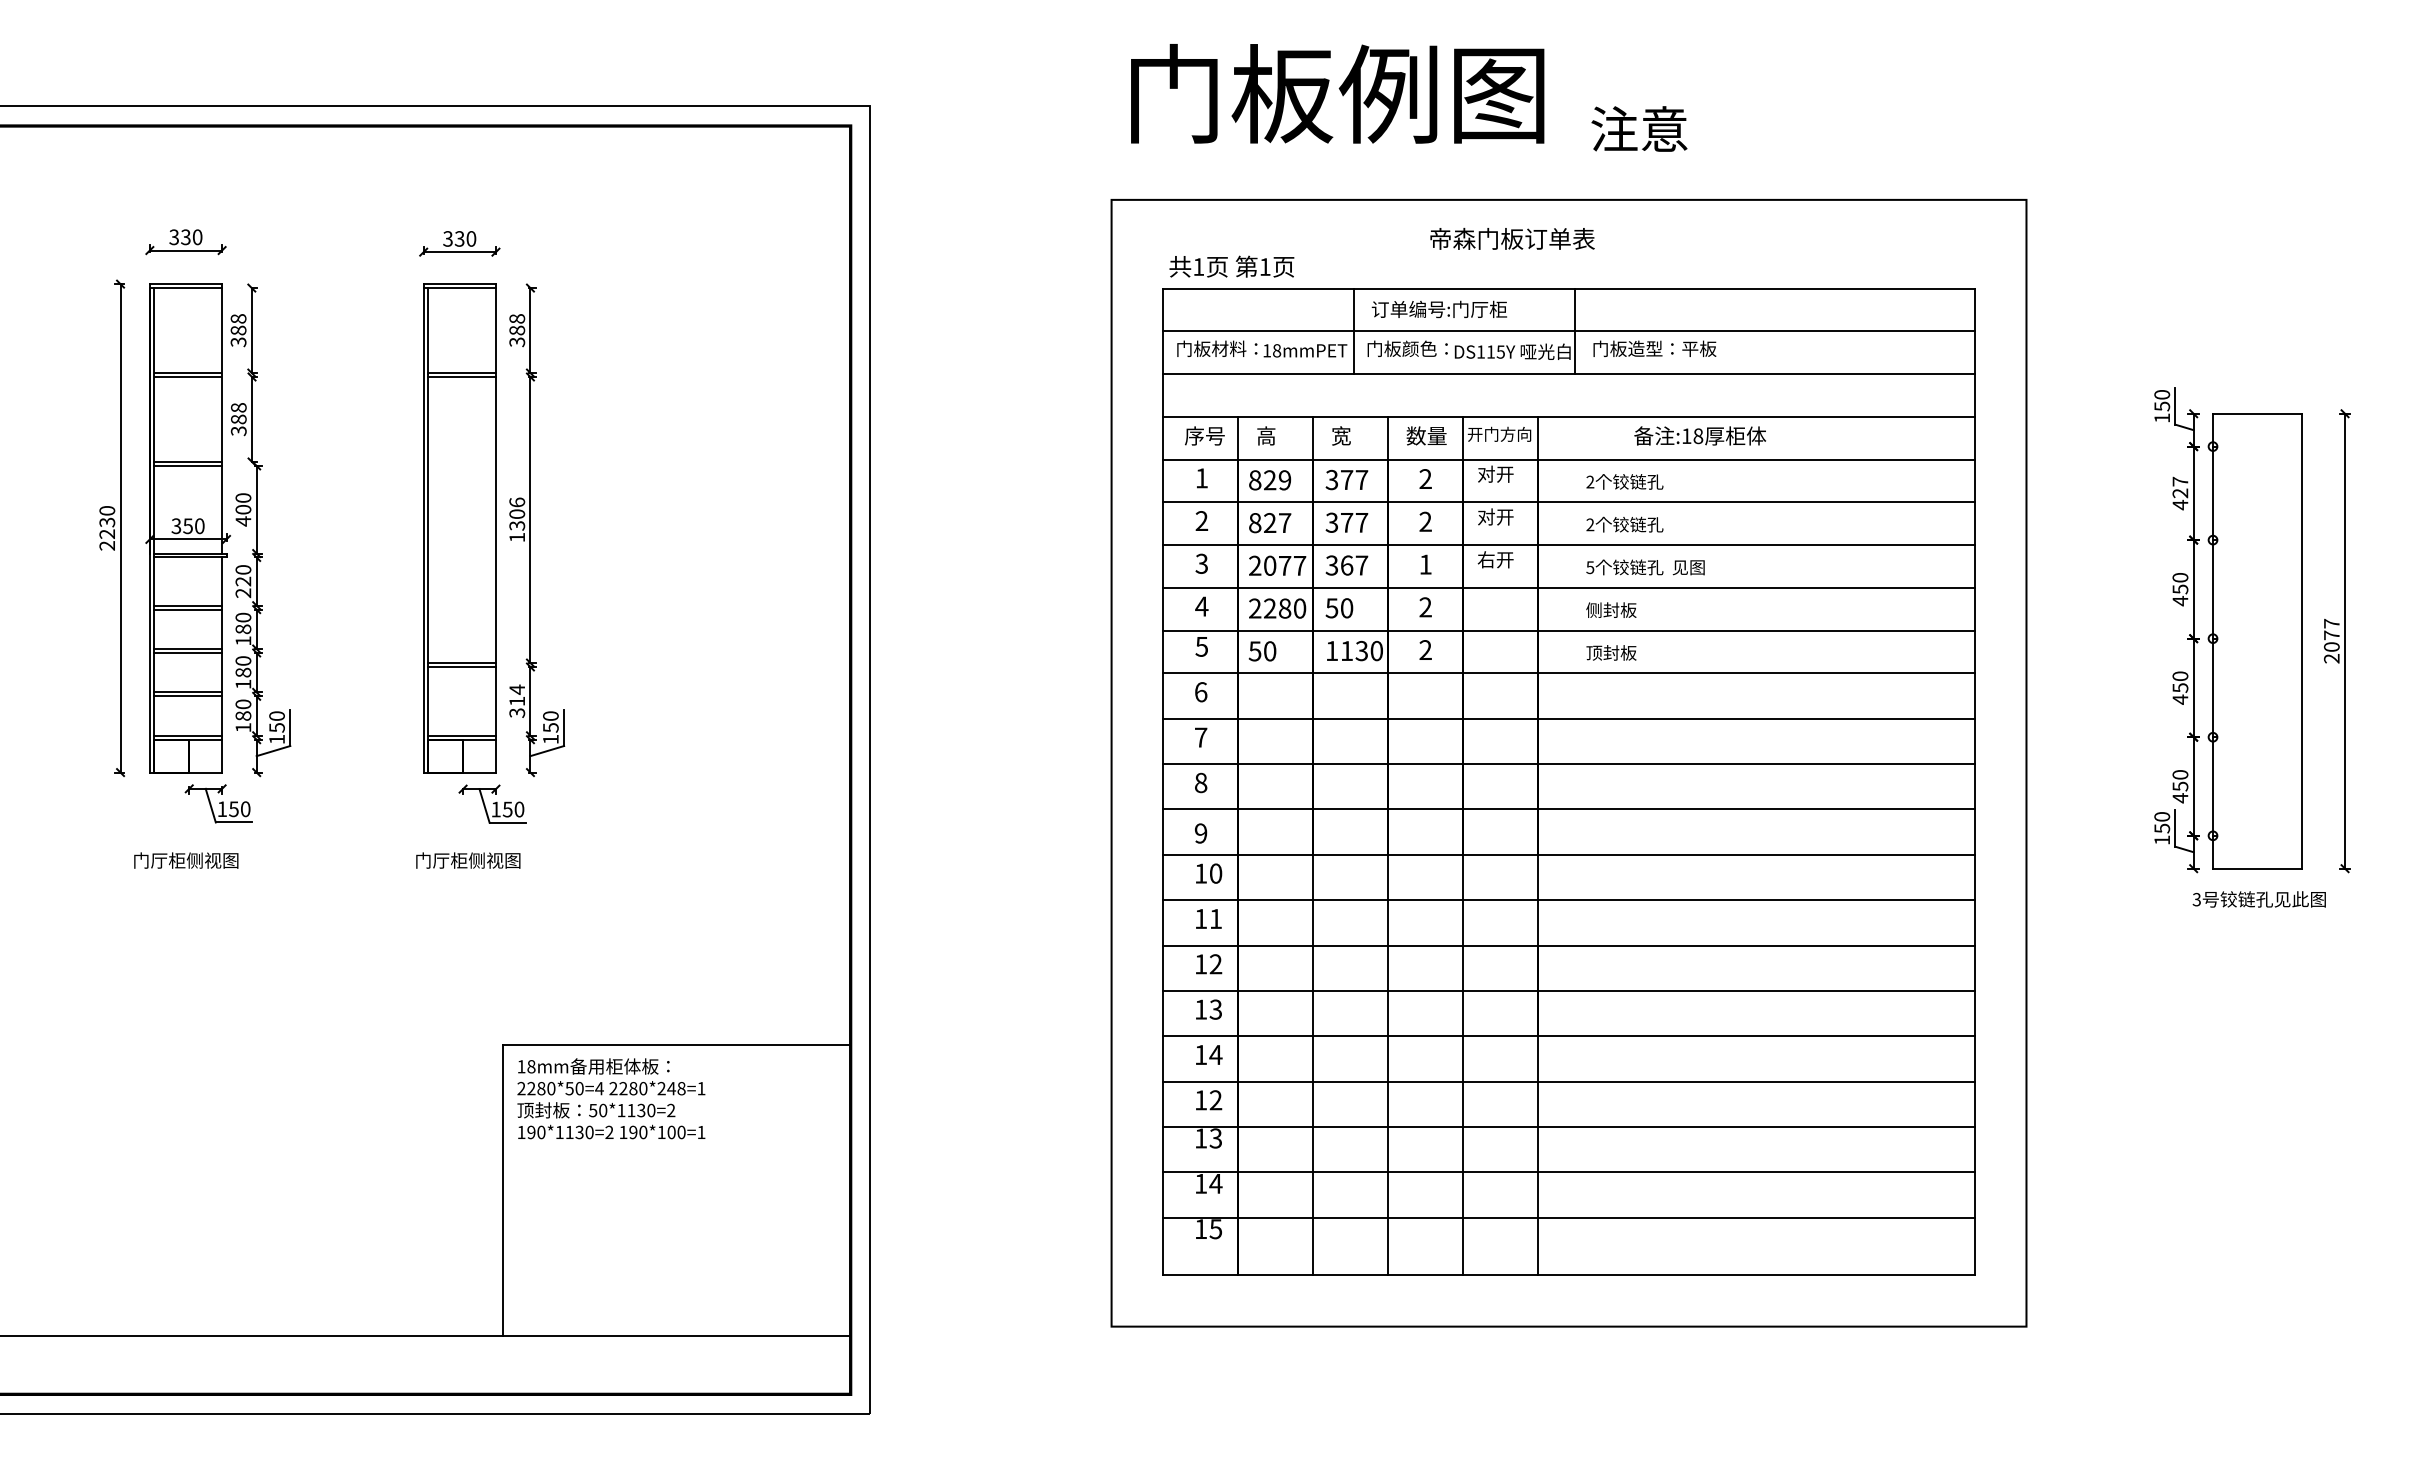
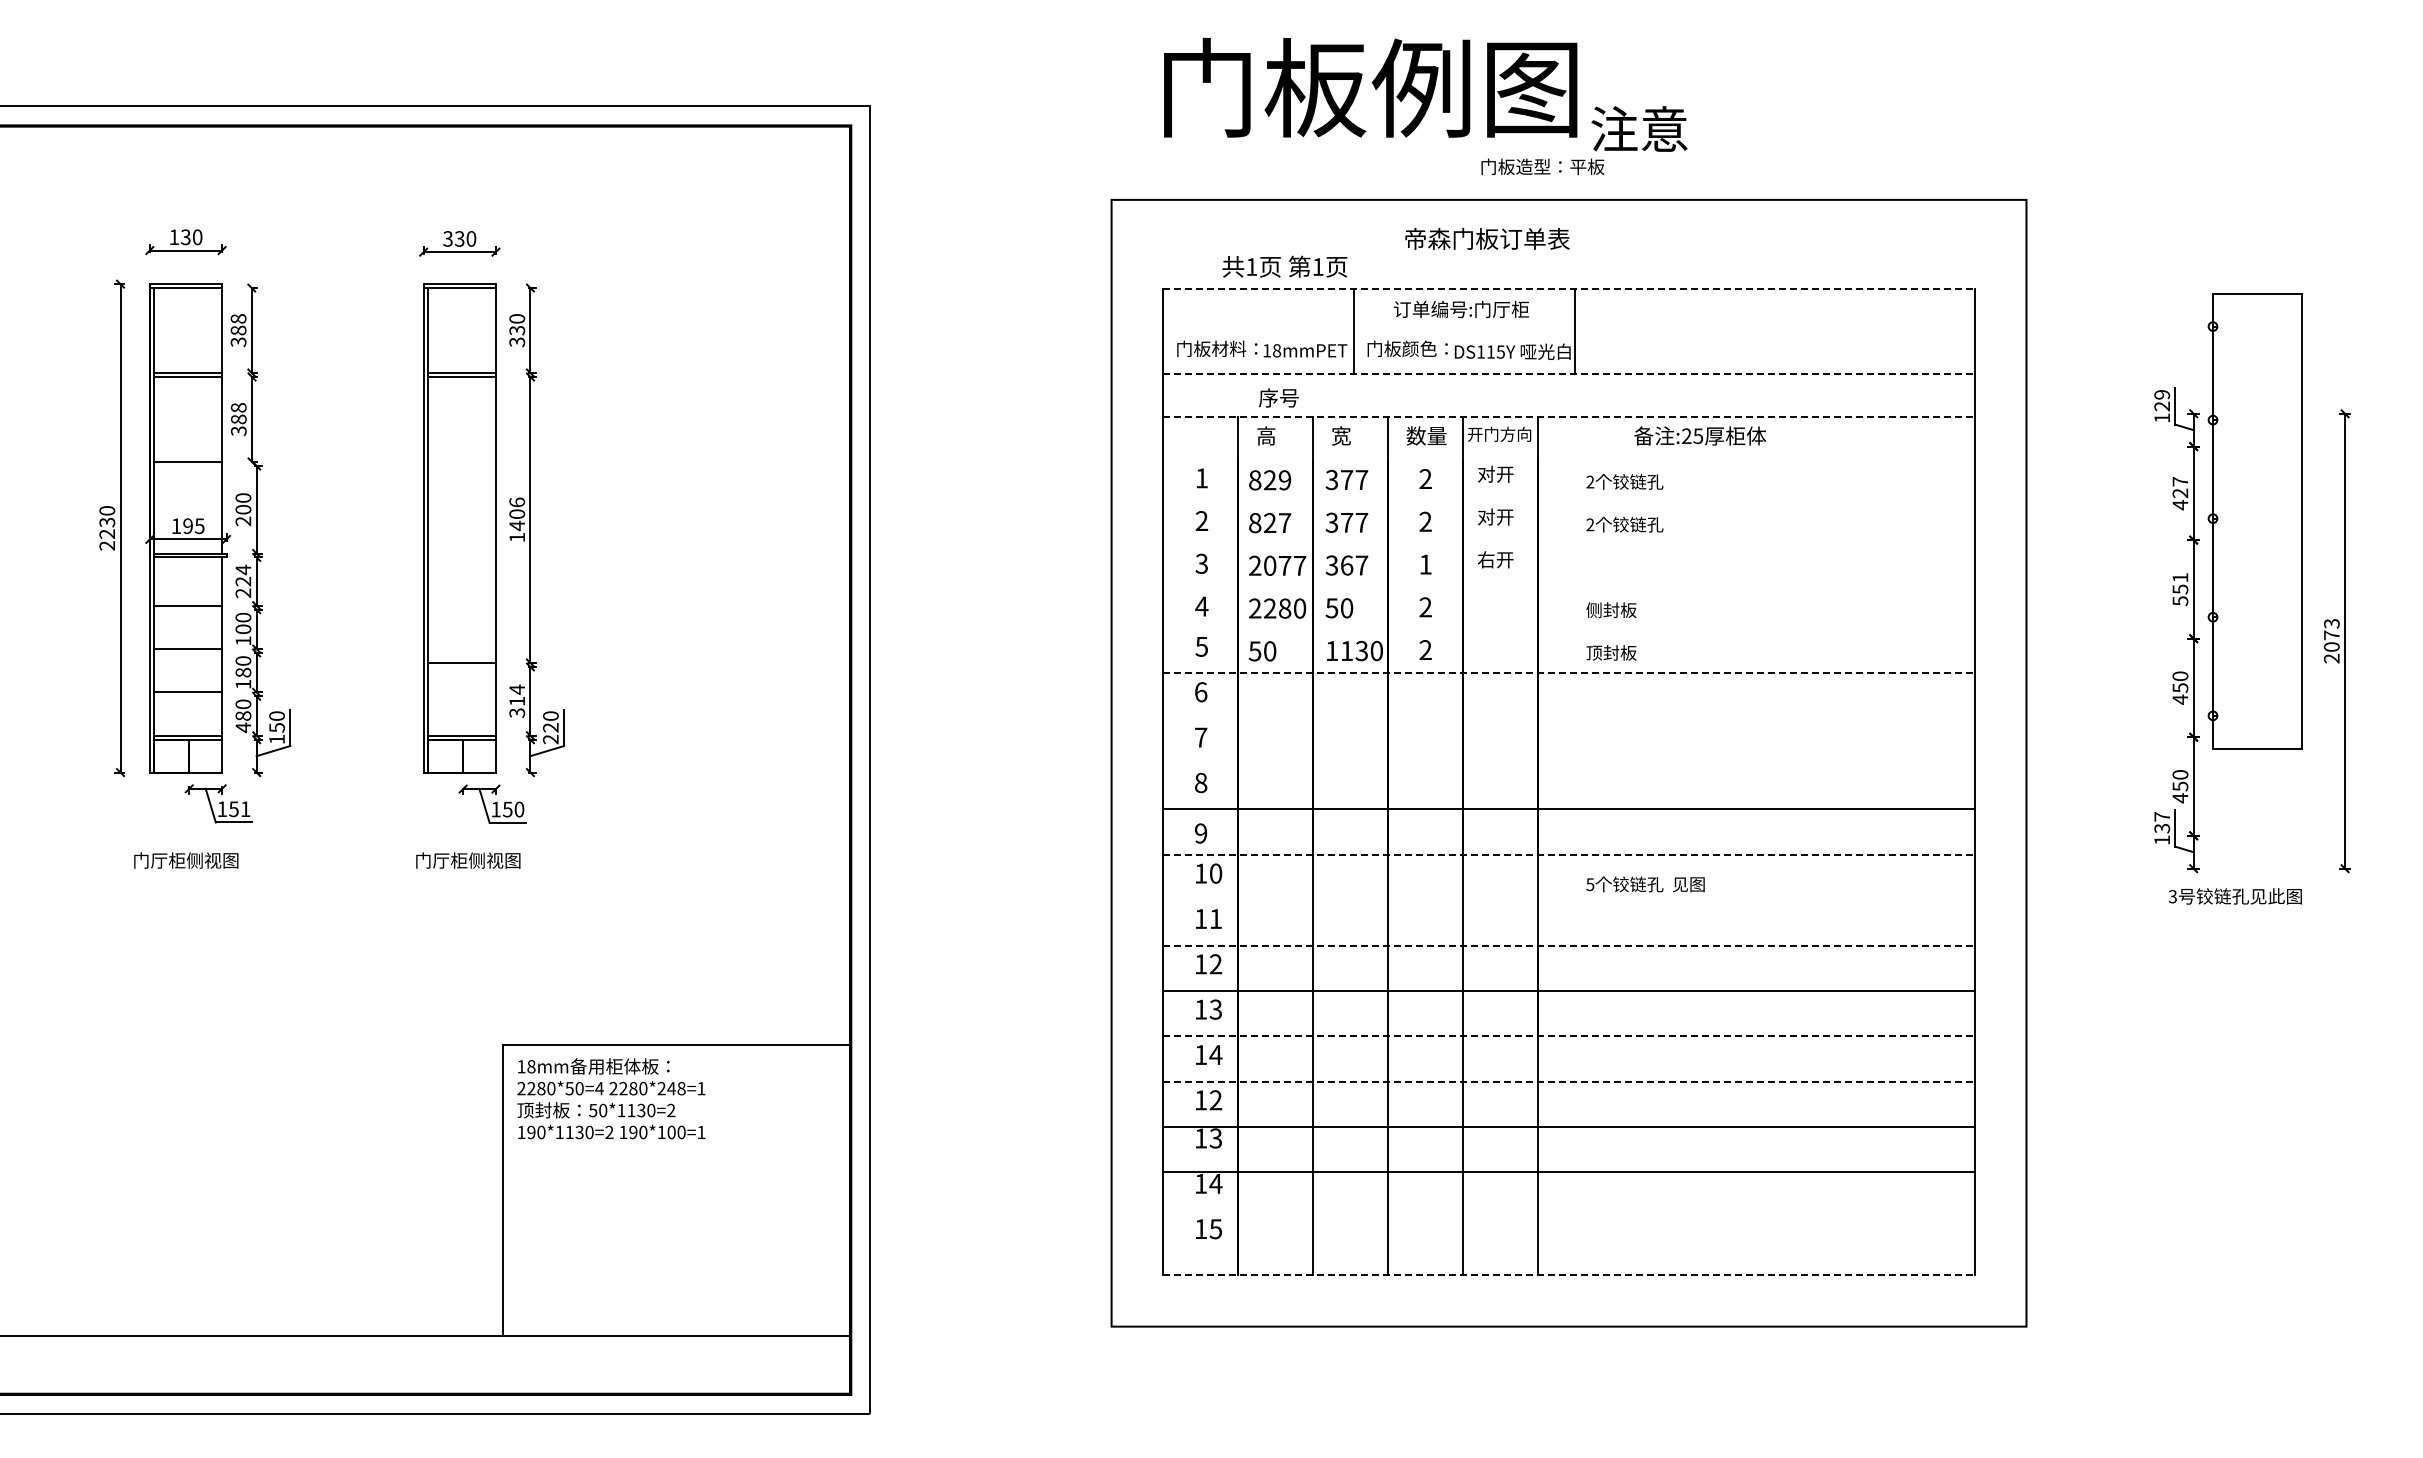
text at (1337, 93) position: (1337, 93) -> (1370, 87)
text at (173, 237): 330 -> 130
text at (1512, 238) position: (1512, 238) -> (1487, 238)
text at (1231, 266) position: (1231, 266) -> (1284, 266)
line at (1569, 288): solid -> dashed
text at (1438, 309) position: (1438, 309) -> (1460, 309)
text at (516, 324): 388 -> 330
line at (1568, 331): present -> none
text at (1654, 348) position: (1654, 348) -> (1542, 166)
line at (1569, 374): solid -> dashed
text at (2162, 400): 150 -> 129
line at (1569, 416): solid -> dashed
text at (1204, 435) position: (1204, 435) -> (1278, 397)
text at (1692, 435): 18 -> 25
line at (1568, 459): present -> none
line at (187, 465): present -> none
line at (1568, 502): present -> none
text at (243, 521): 400 -> 200
text at (517, 525): 1306 -> 1406
text at (187, 526): 350 -> 195
line at (1568, 545): present -> none
text at (1645, 567) position: (1645, 567) -> (1645, 884)
text at (243, 569): 220 -> 224
line at (1568, 587): present -> none
text at (2180, 589): 450 -> 551
line at (187, 609): present -> none
text at (2331, 623): 2077 -> 2073
text at (243, 629): 180 -> 100
line at (1568, 630): present -> none
part at (2254, 641) position: (2254, 641) -> (2254, 521)
line at (187, 652): present -> none
line at (461, 666): present -> none
line at (1569, 673): solid -> dashed
line at (187, 696): present -> none
line at (1568, 718): present -> none
text at (243, 727): 180 -> 480
text at (550, 733): 150 -> 220
line at (1568, 764): present -> none
text at (245, 809): 150 -> 151
text at (2162, 822): 150 -> 137
line at (1569, 854): solid -> dashed
text at (2258, 899) position: (2258, 899) -> (2234, 896)
line at (1568, 900): present -> none
line at (1569, 945): solid -> dashed
line at (1569, 1036): solid -> dashed
line at (1569, 1081): solid -> dashed
line at (1568, 1217): present -> none
line at (1569, 1274): solid -> dashed
